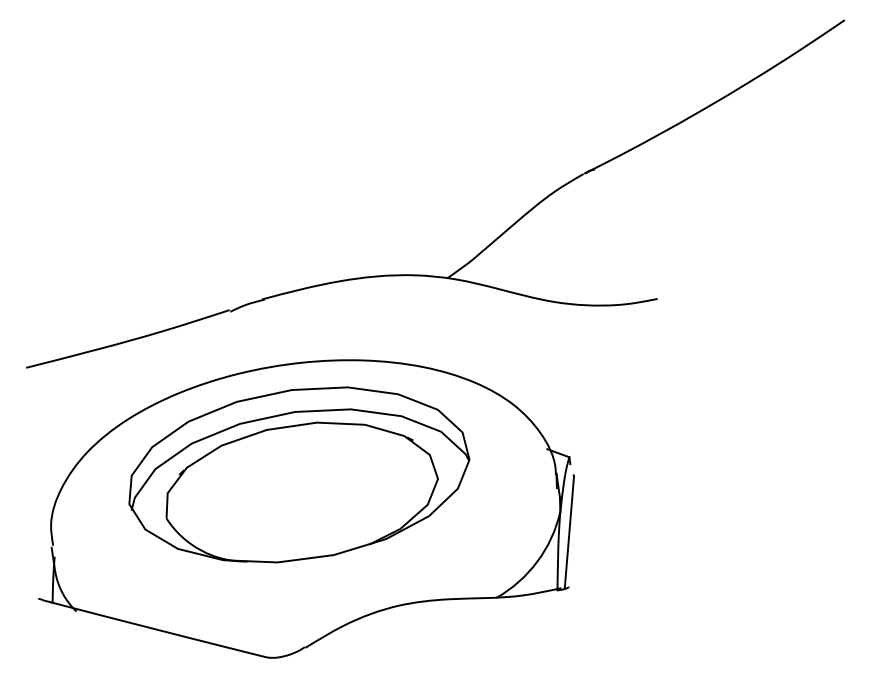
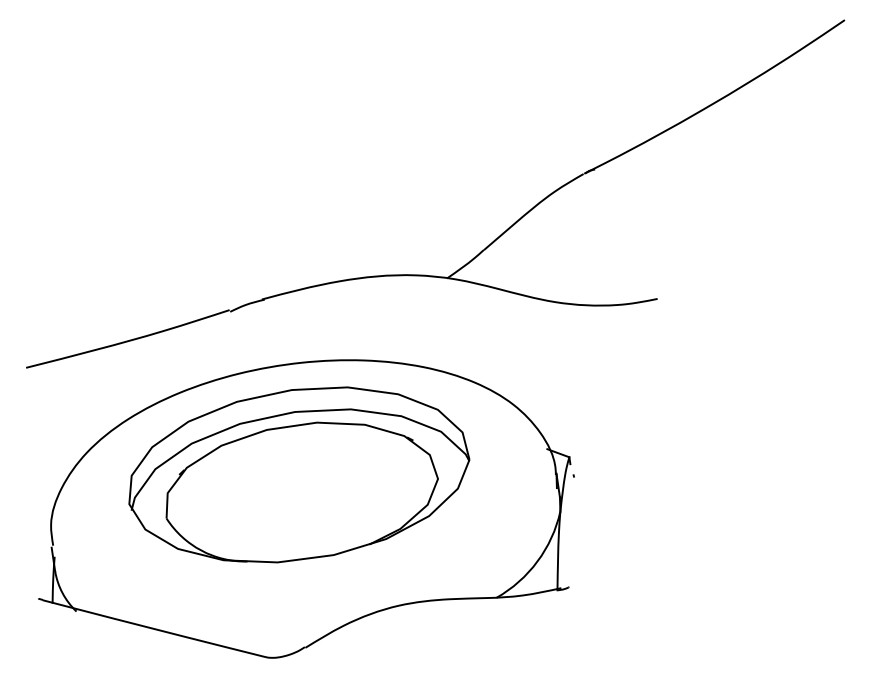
line at (569, 532): present -> none
